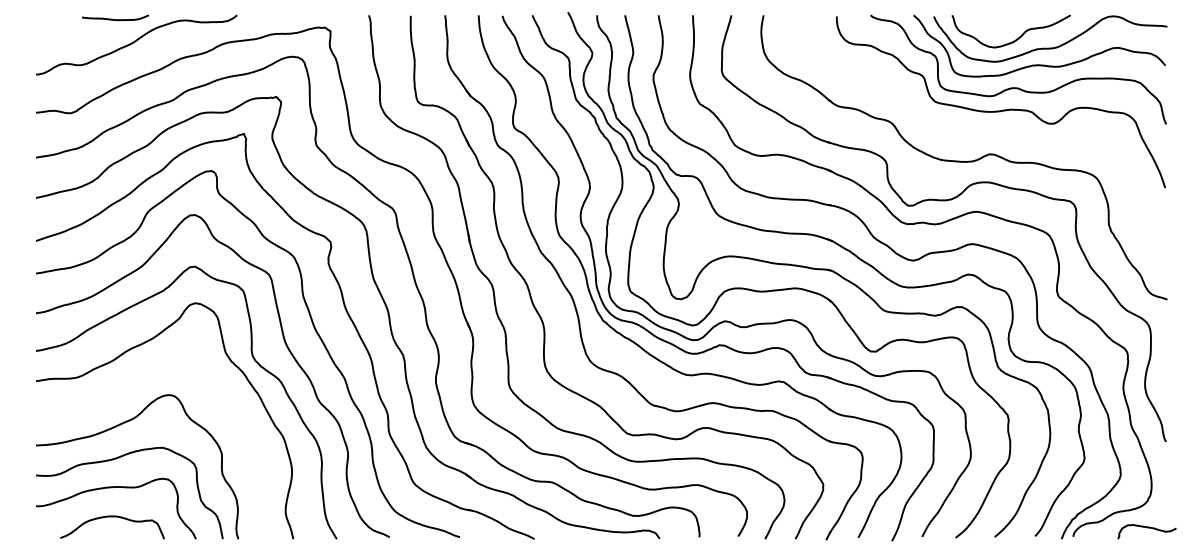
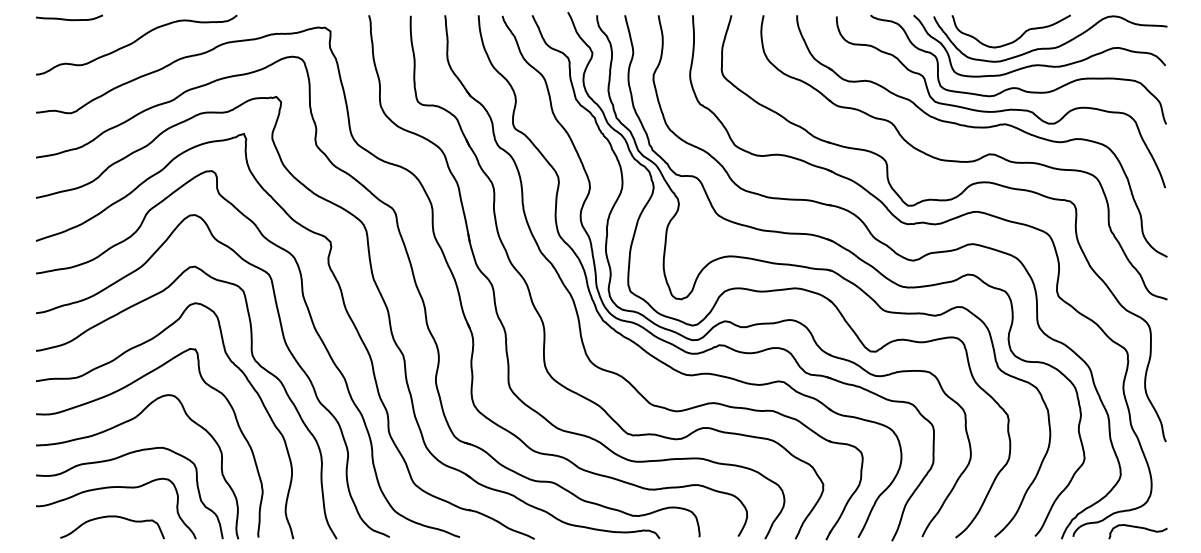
curve at (115, 19) position: (115, 19) -> (69, 19)
part at (981, 128): none -> present
curve at (122, 389): none -> present
curve at (1146, 528) position: (1146, 528) -> (1137, 528)
